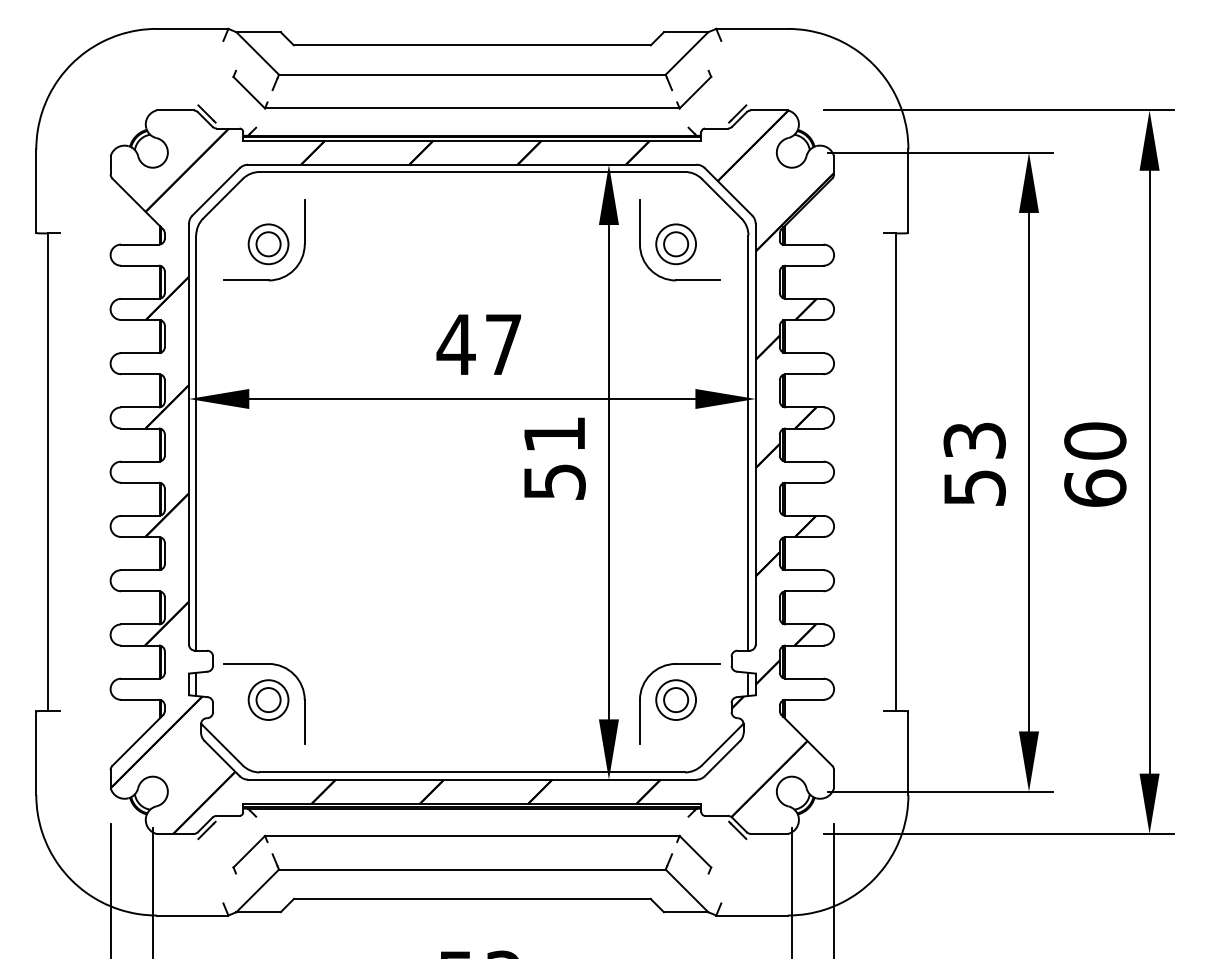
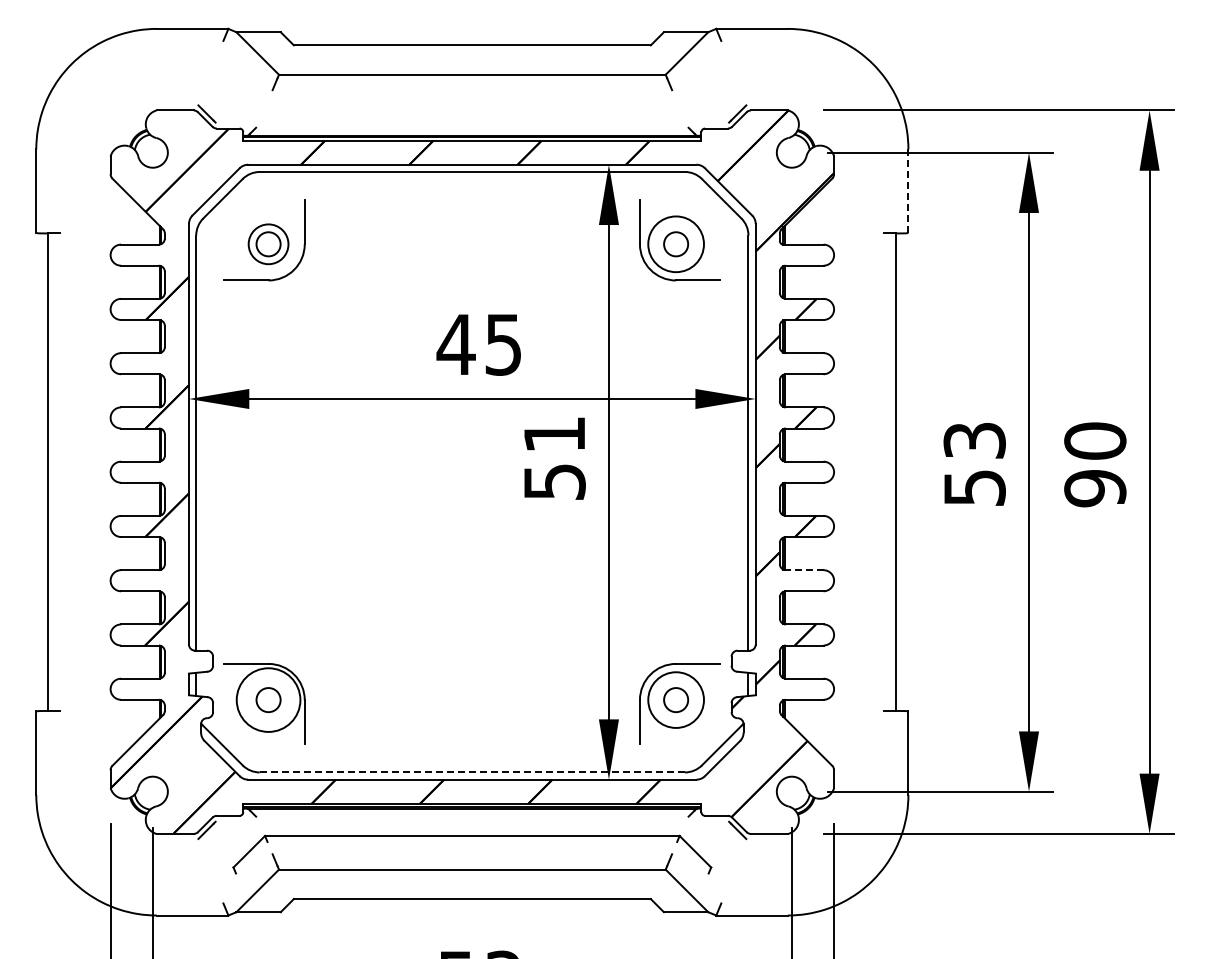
part at (472, 107): present -> none
line at (908, 191): solid -> dashed
circle at (676, 244) diameter: 40 px -> 56 px
text at (503, 344): 47 -> 45
text at (1095, 488): 60 -> 90
line at (804, 570): solid -> dashed
circle at (268, 700) diameter: 40 px -> 64 px
circle at (676, 700) diameter: 40 px -> 56 px
line at (472, 772): solid -> dashed
